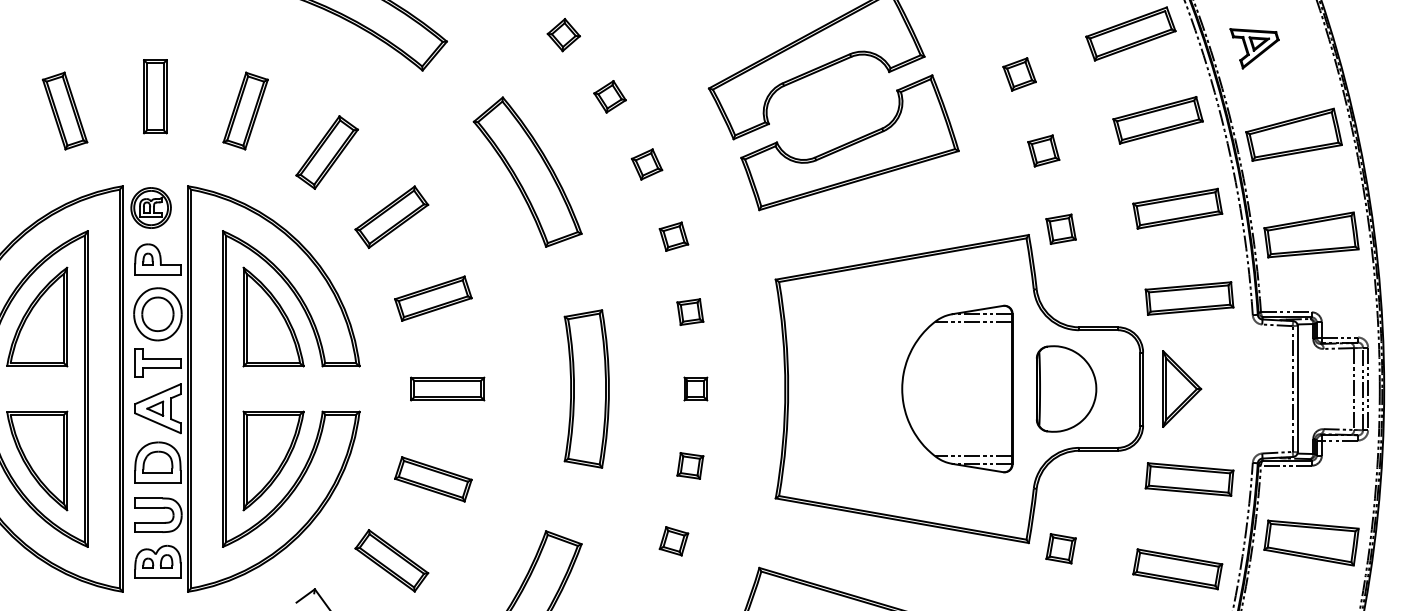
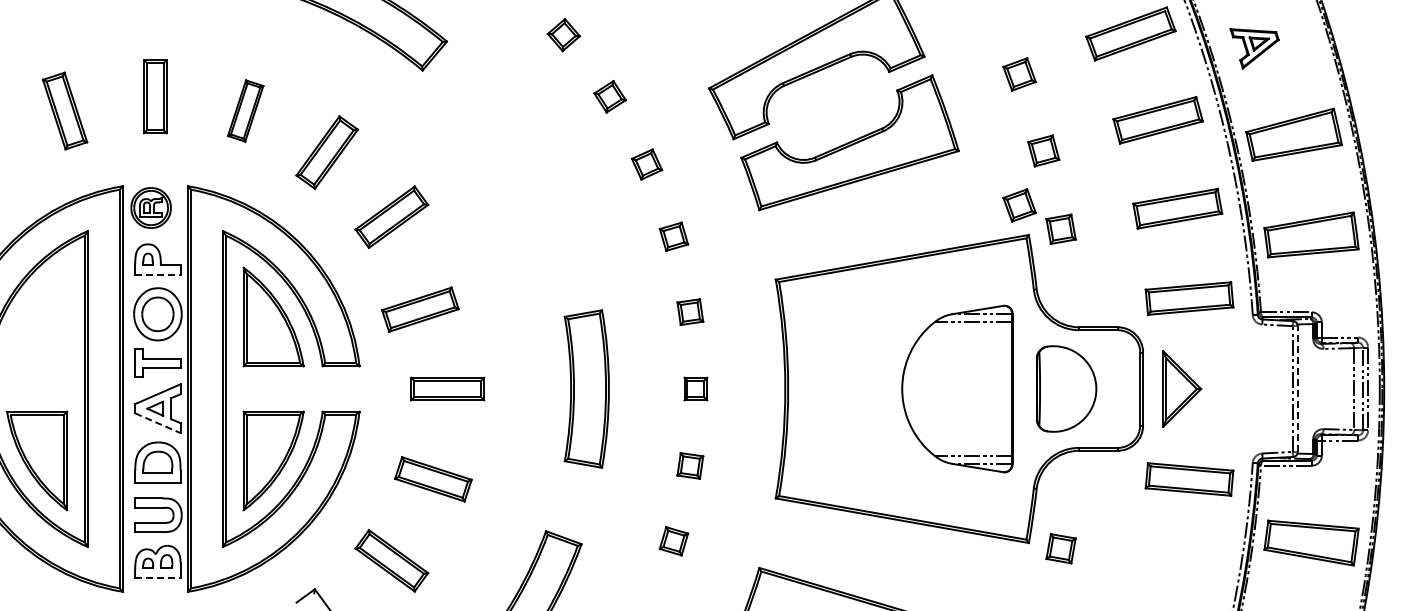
part at (245, 110) size: 47x80 px -> 39x64 px
part at (527, 171): present -> none
part at (1019, 205): none -> present
line at (157, 274): solid -> dashed
part at (433, 298) position: (433, 298) -> (420, 309)
part at (37, 316): present -> none
line at (1297, 388): solid -> dashed
line at (157, 423): solid -> dashed
part at (1177, 569): present -> none
line at (157, 577): solid -> dashed
